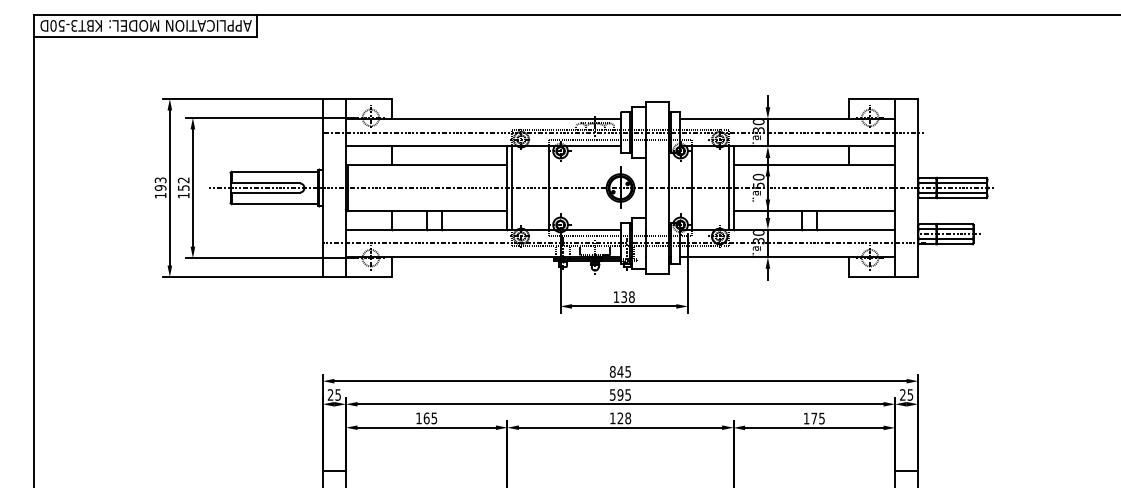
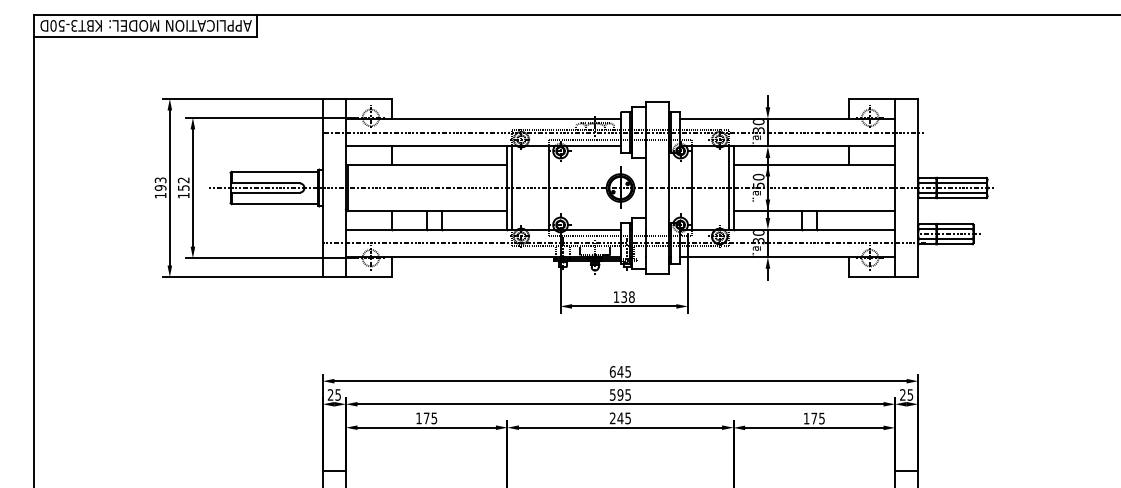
text at (612, 371): 845 -> 645
text at (426, 418): 165 -> 175
text at (620, 418): 128 -> 245
